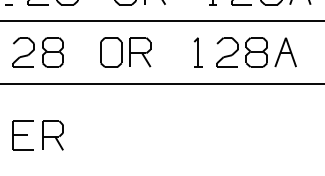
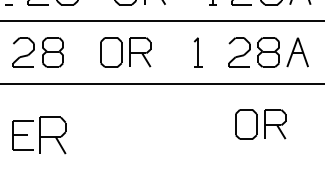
part at (256, 52) position: (256, 52) -> (268, 52)
part at (260, 124): none -> present
part at (52, 135) size: 22x31 px -> 28x39 px
